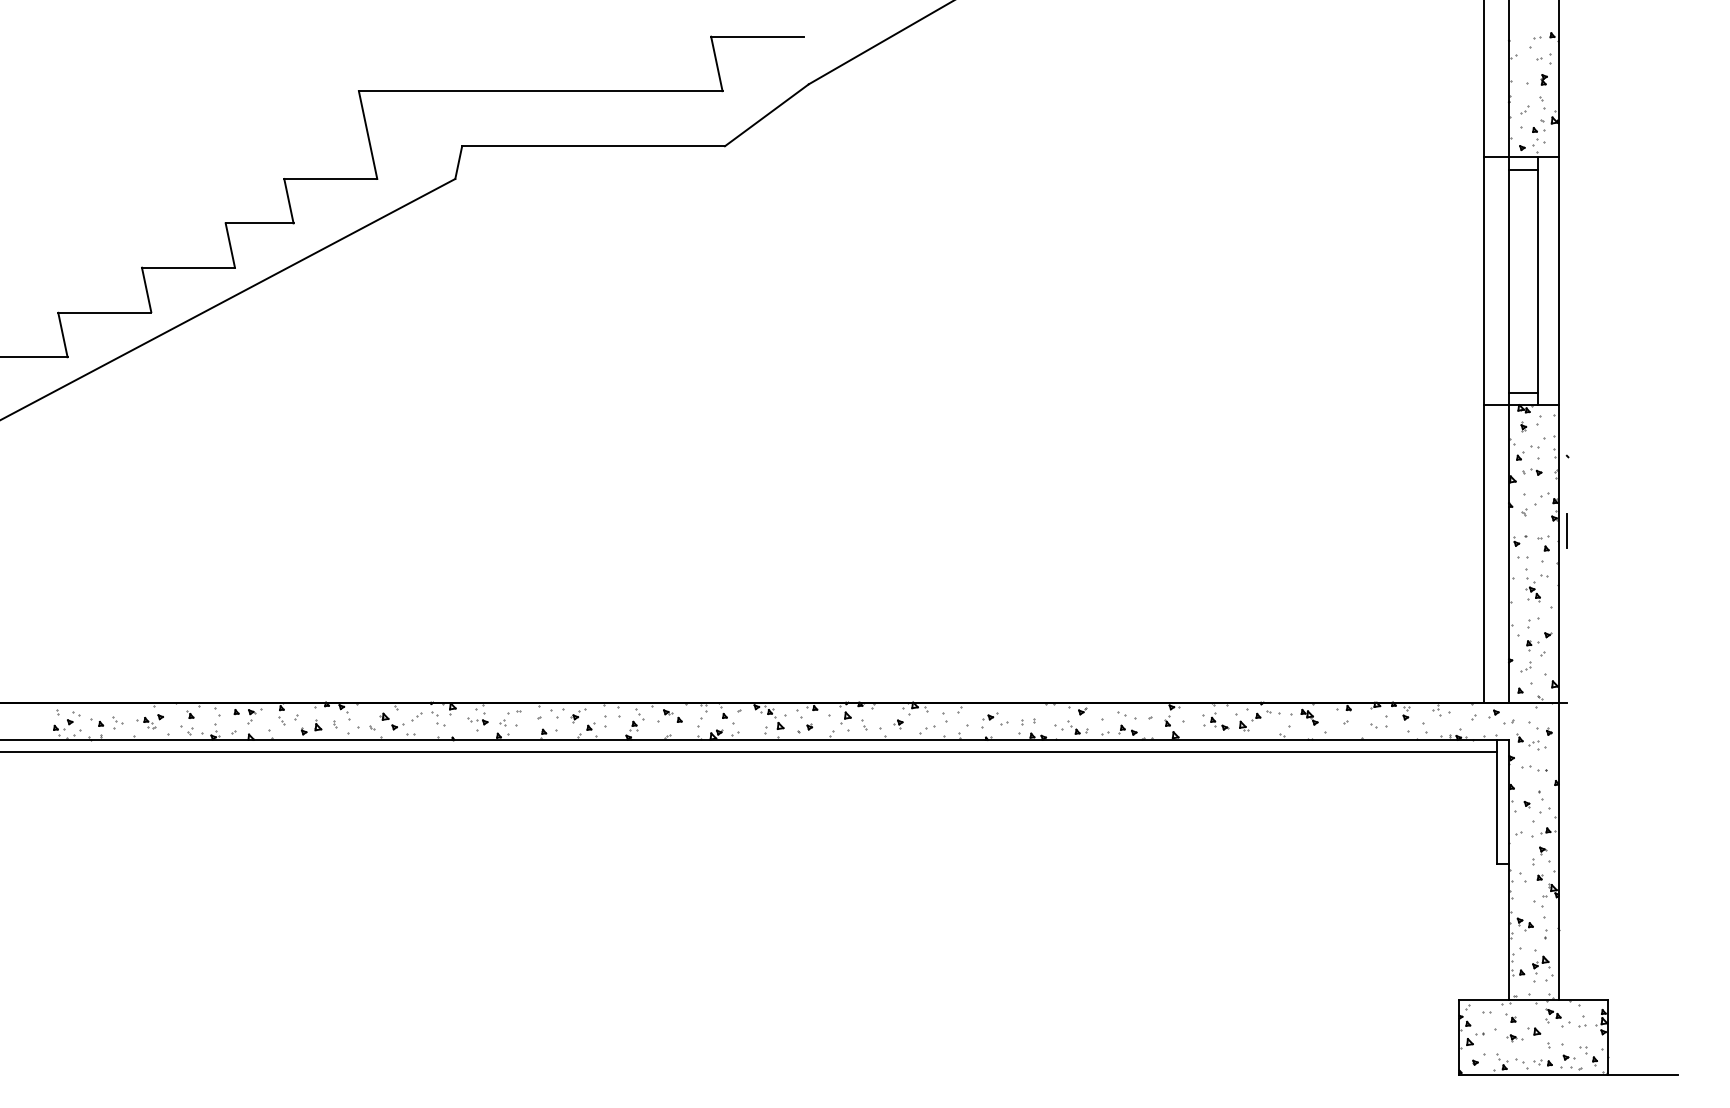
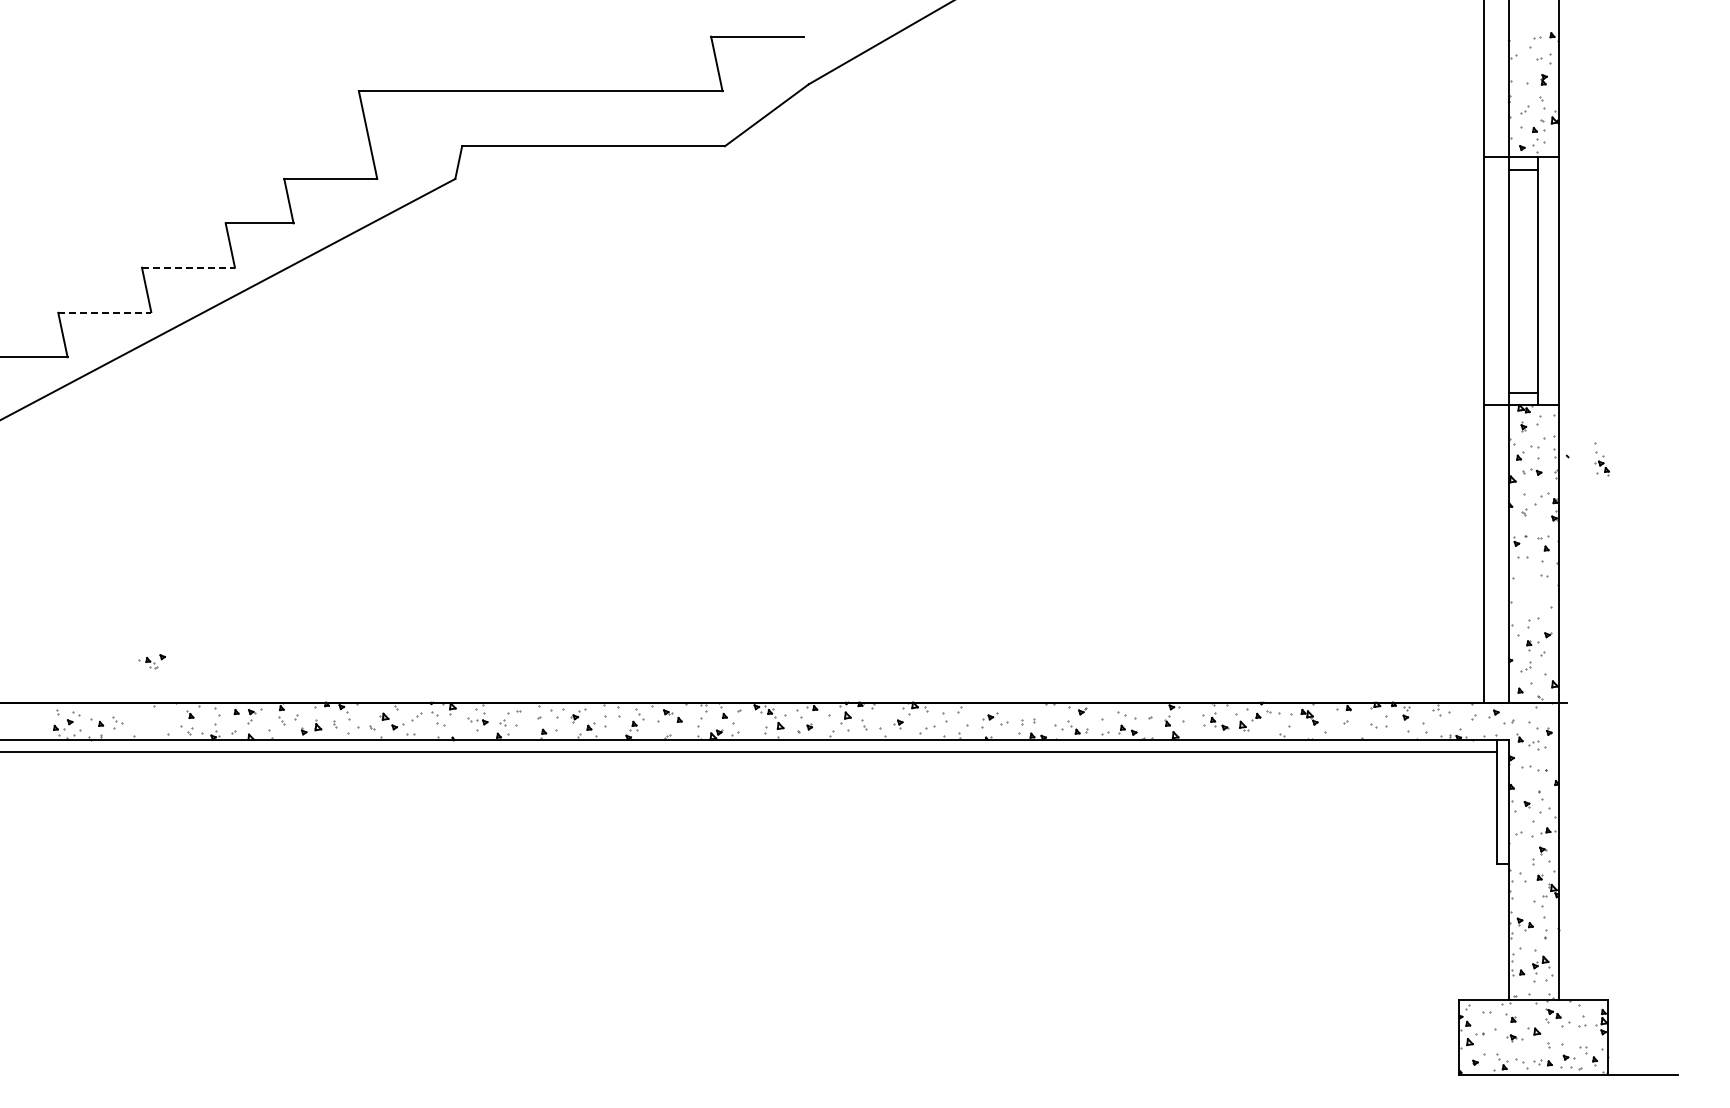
line at (188, 267): solid -> dashed
line at (105, 312): solid -> dashed
line at (1566, 531): present -> none
part at (1532, 585) position: (1532, 585) -> (1601, 459)
part at (149, 721) position: (149, 721) -> (151, 661)
